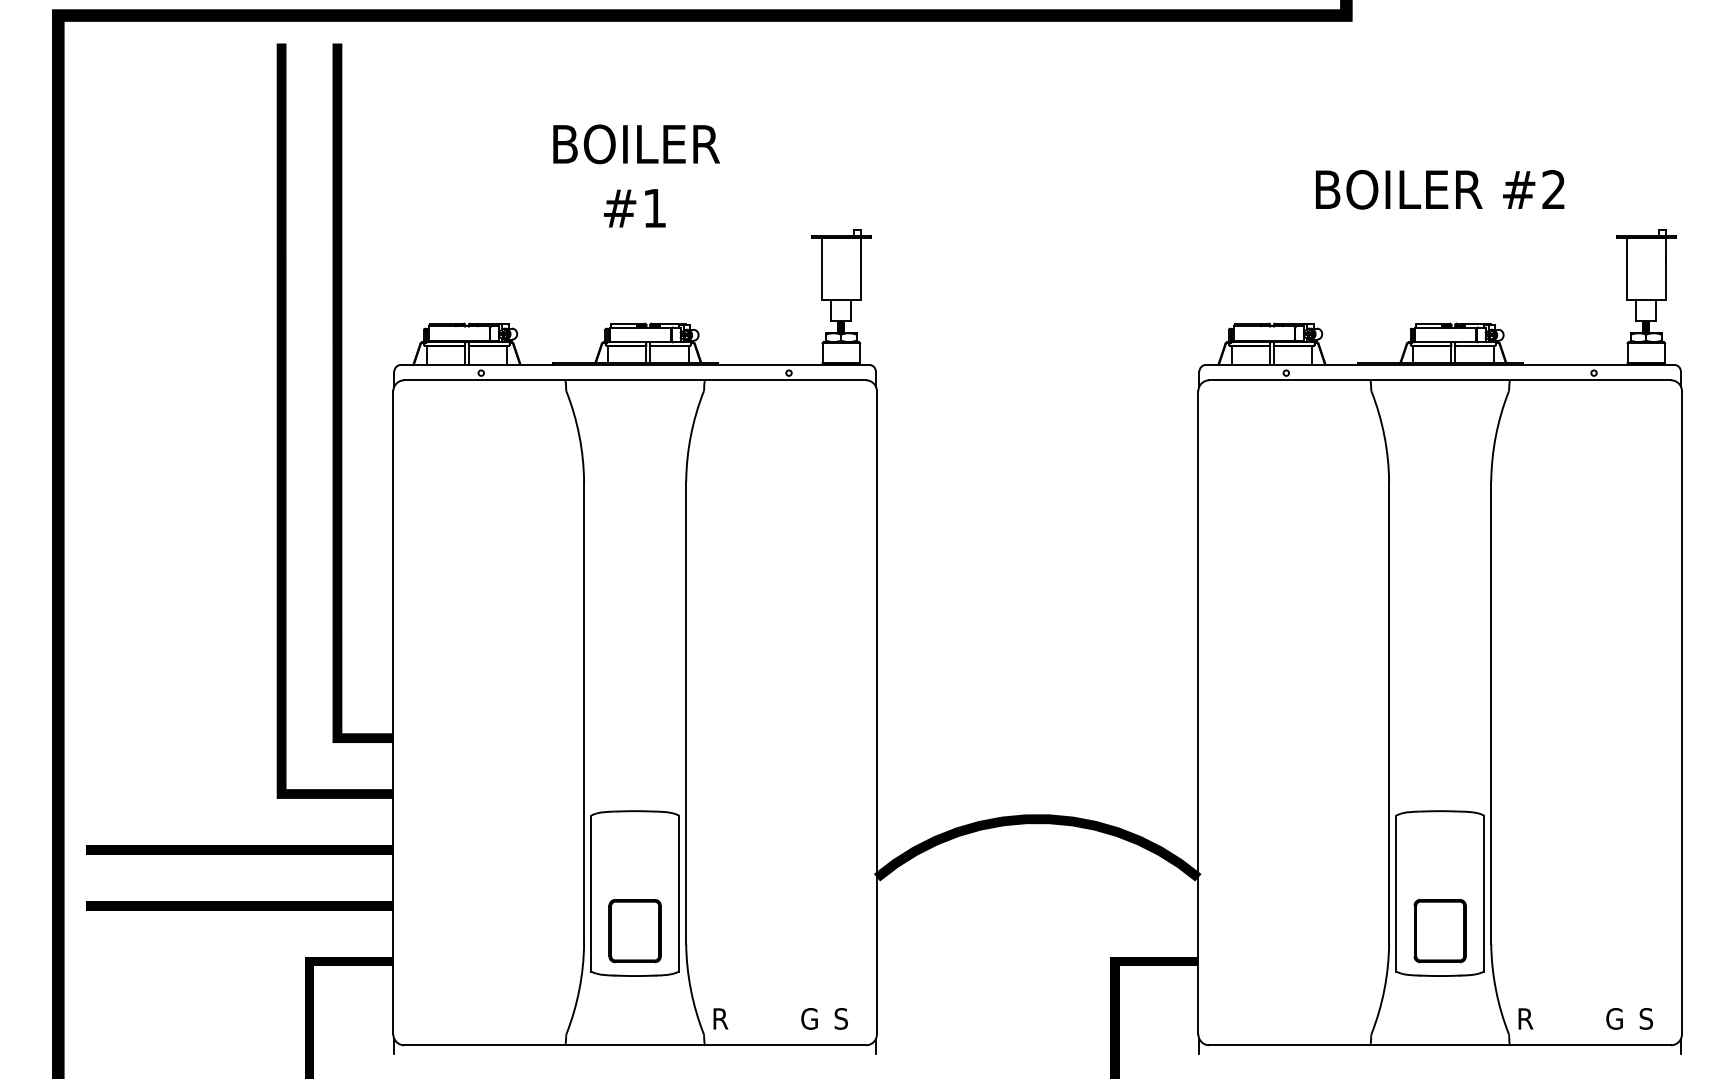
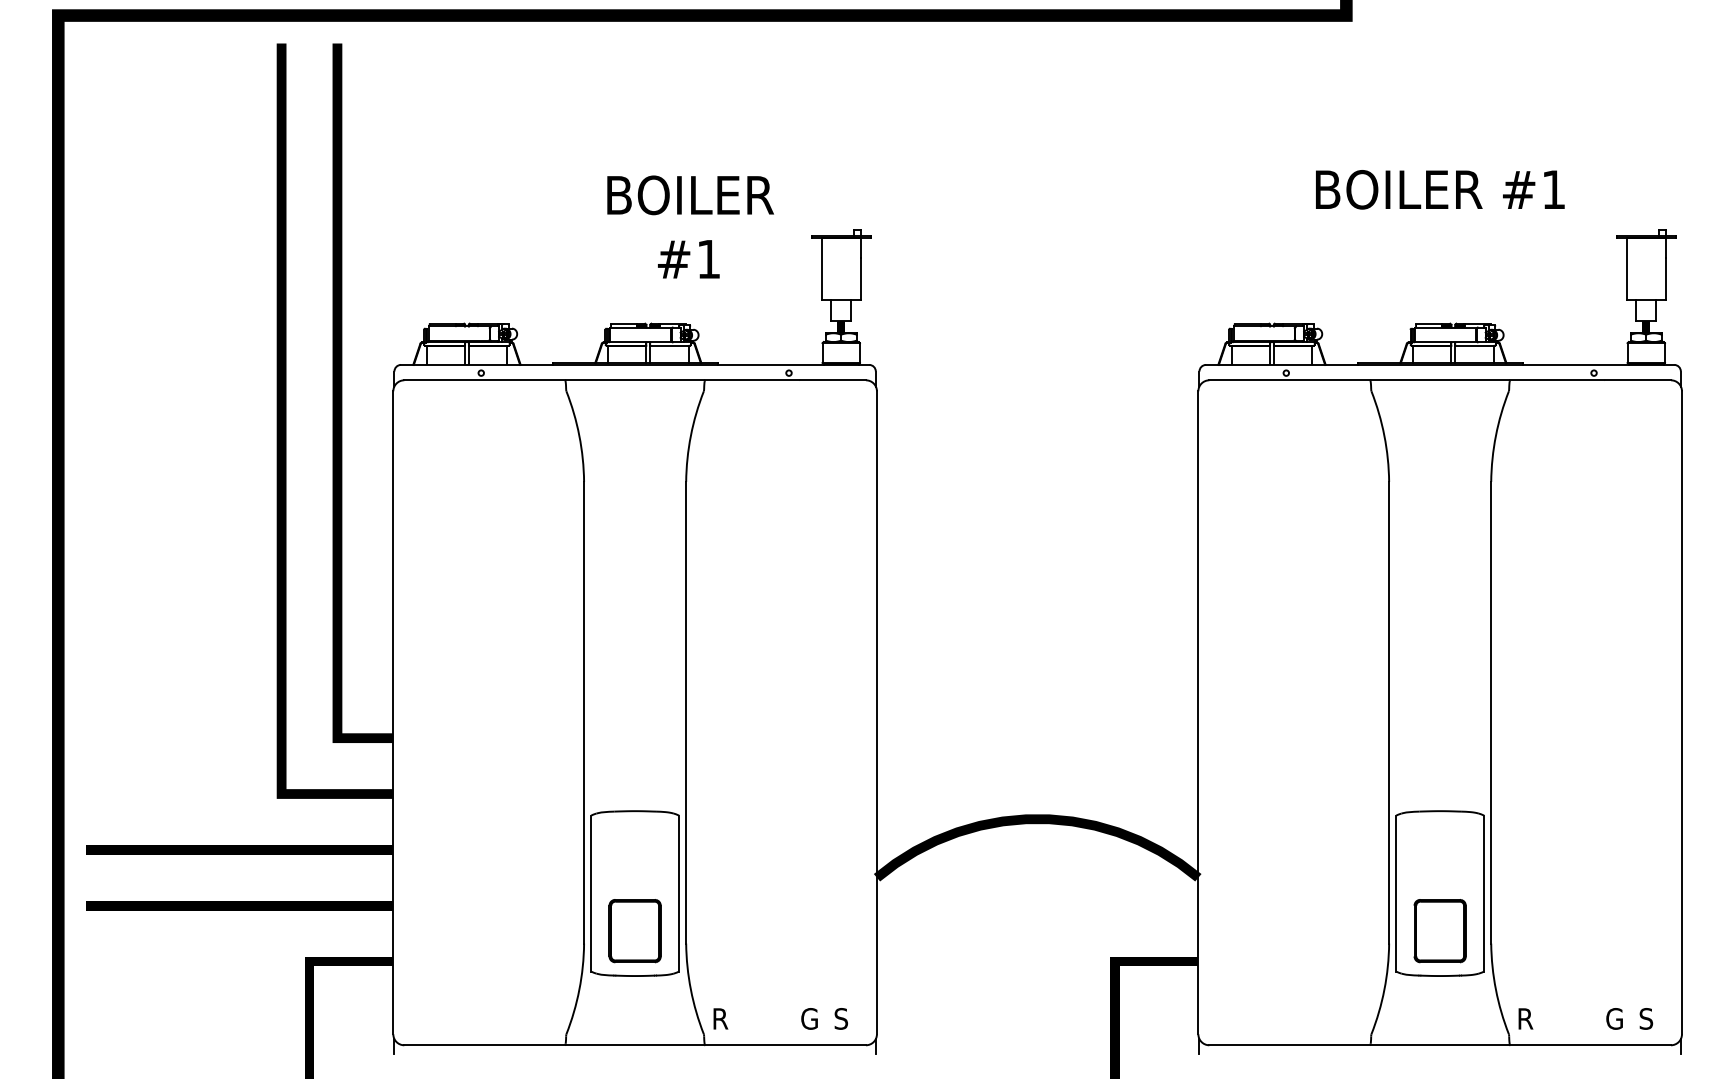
text at (636, 175) position: (636, 175) -> (690, 226)
text at (1553, 189): #2 -> #1
